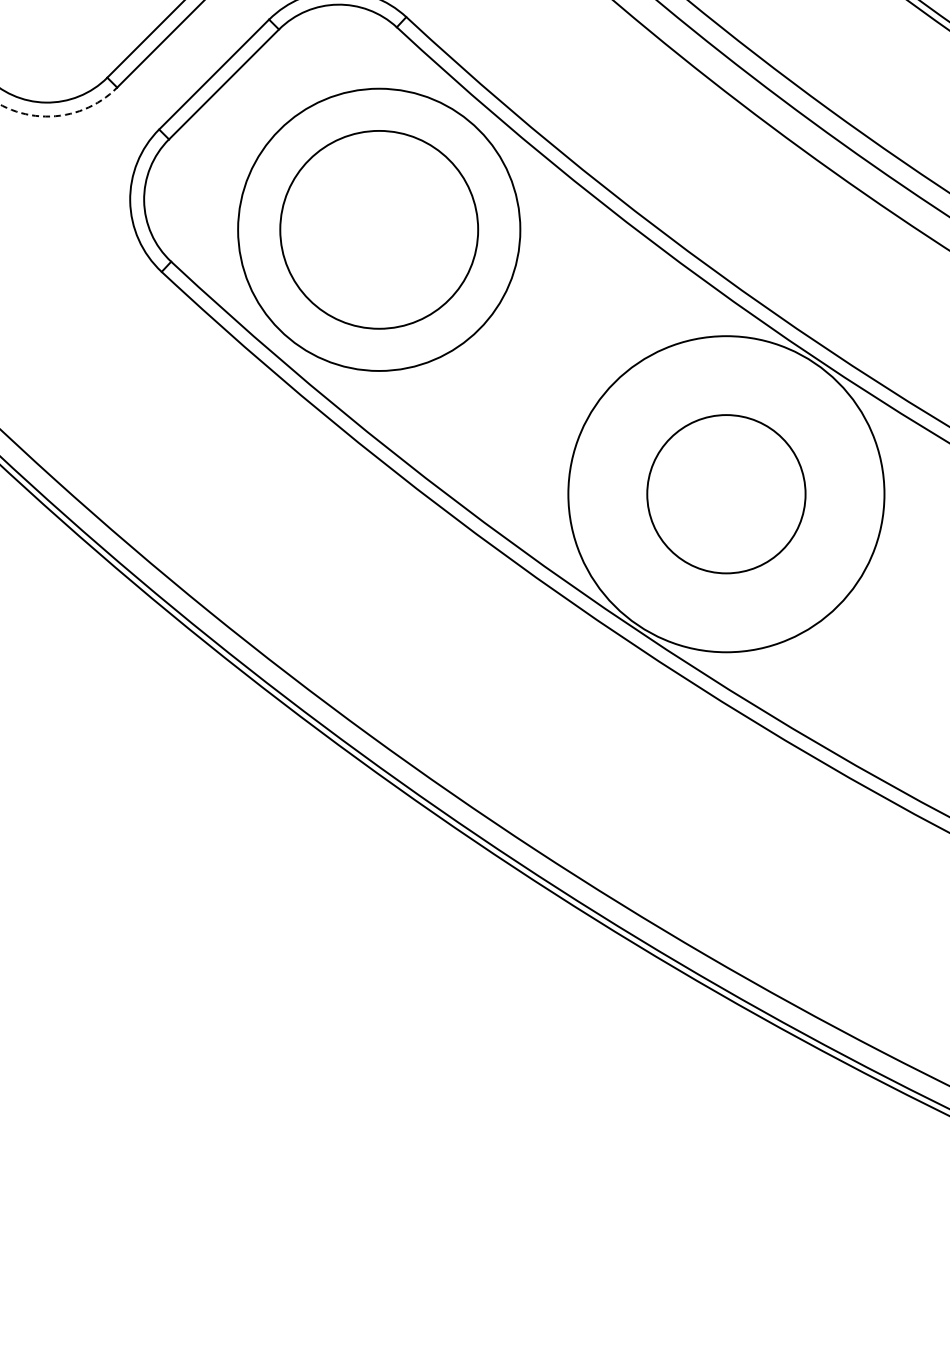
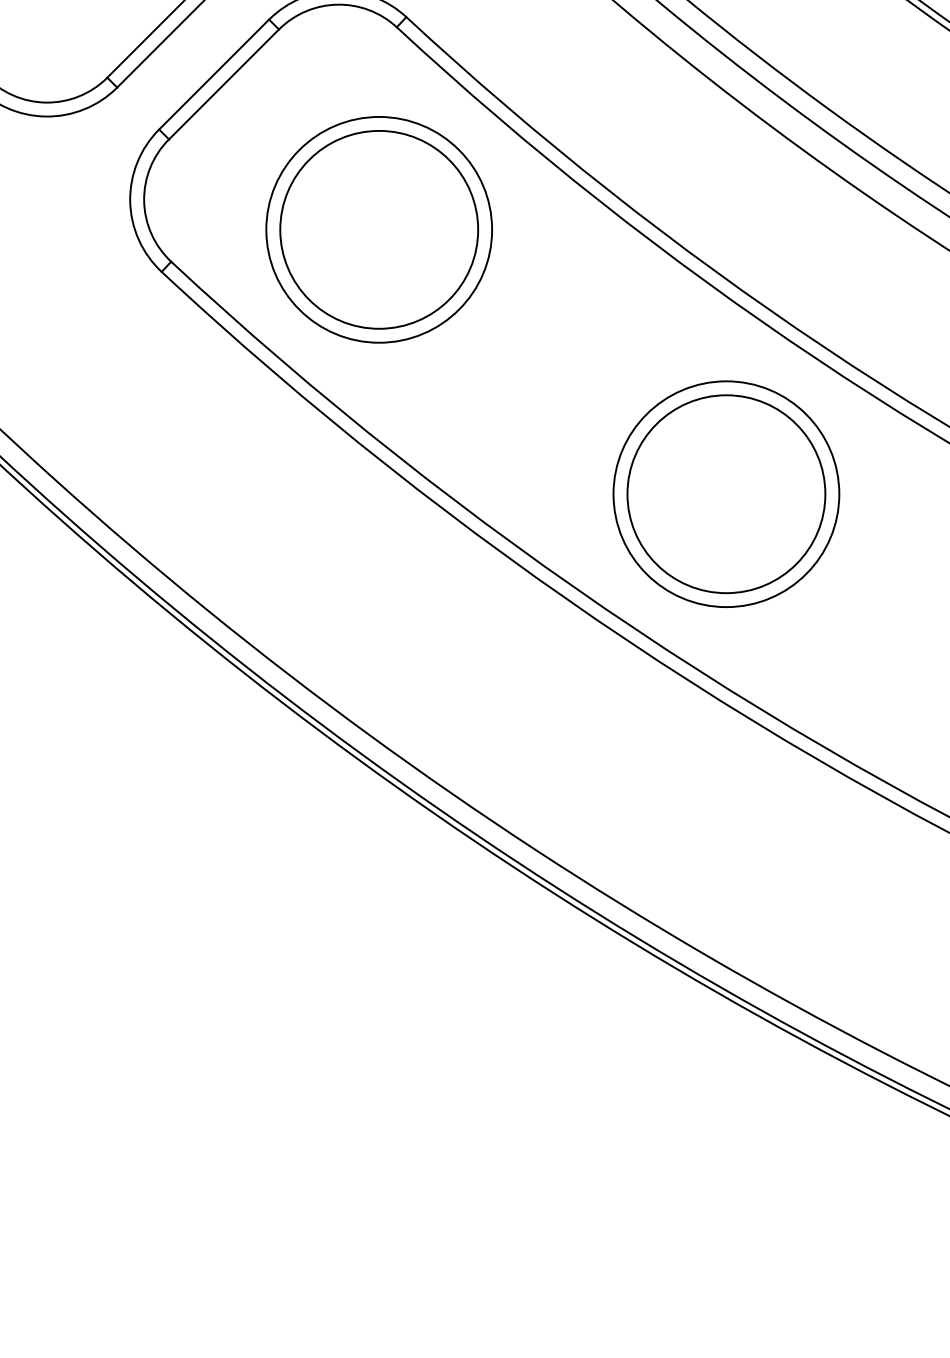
arc at (61, 115): dashed -> solid
circle at (379, 229) diameter: 282 px -> 226 px
circle at (726, 494) diameter: 158 px -> 198 px
circle at (726, 494) diameter: 316 px -> 226 px
